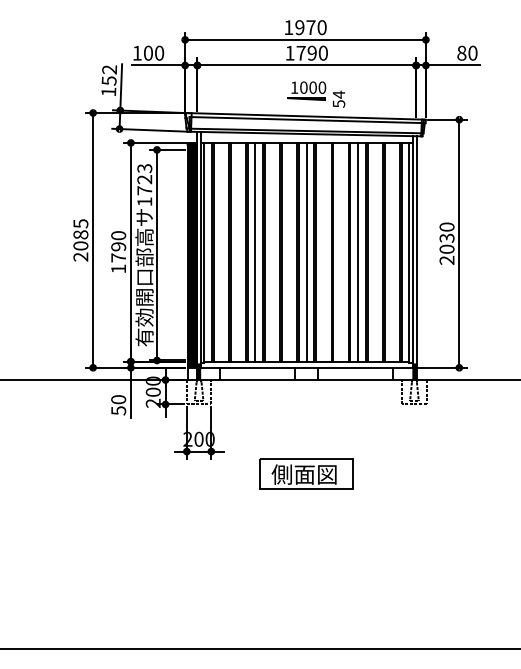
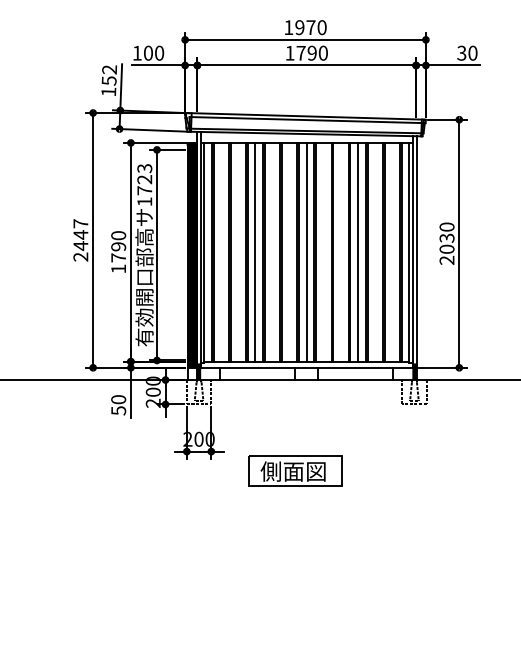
text at (461, 52): 80 -> 30
part at (316, 94): present -> none
text at (80, 235): 2085 -> 2447
part at (306, 473) position: (306, 473) -> (295, 470)
line at (259, 648): present -> none
